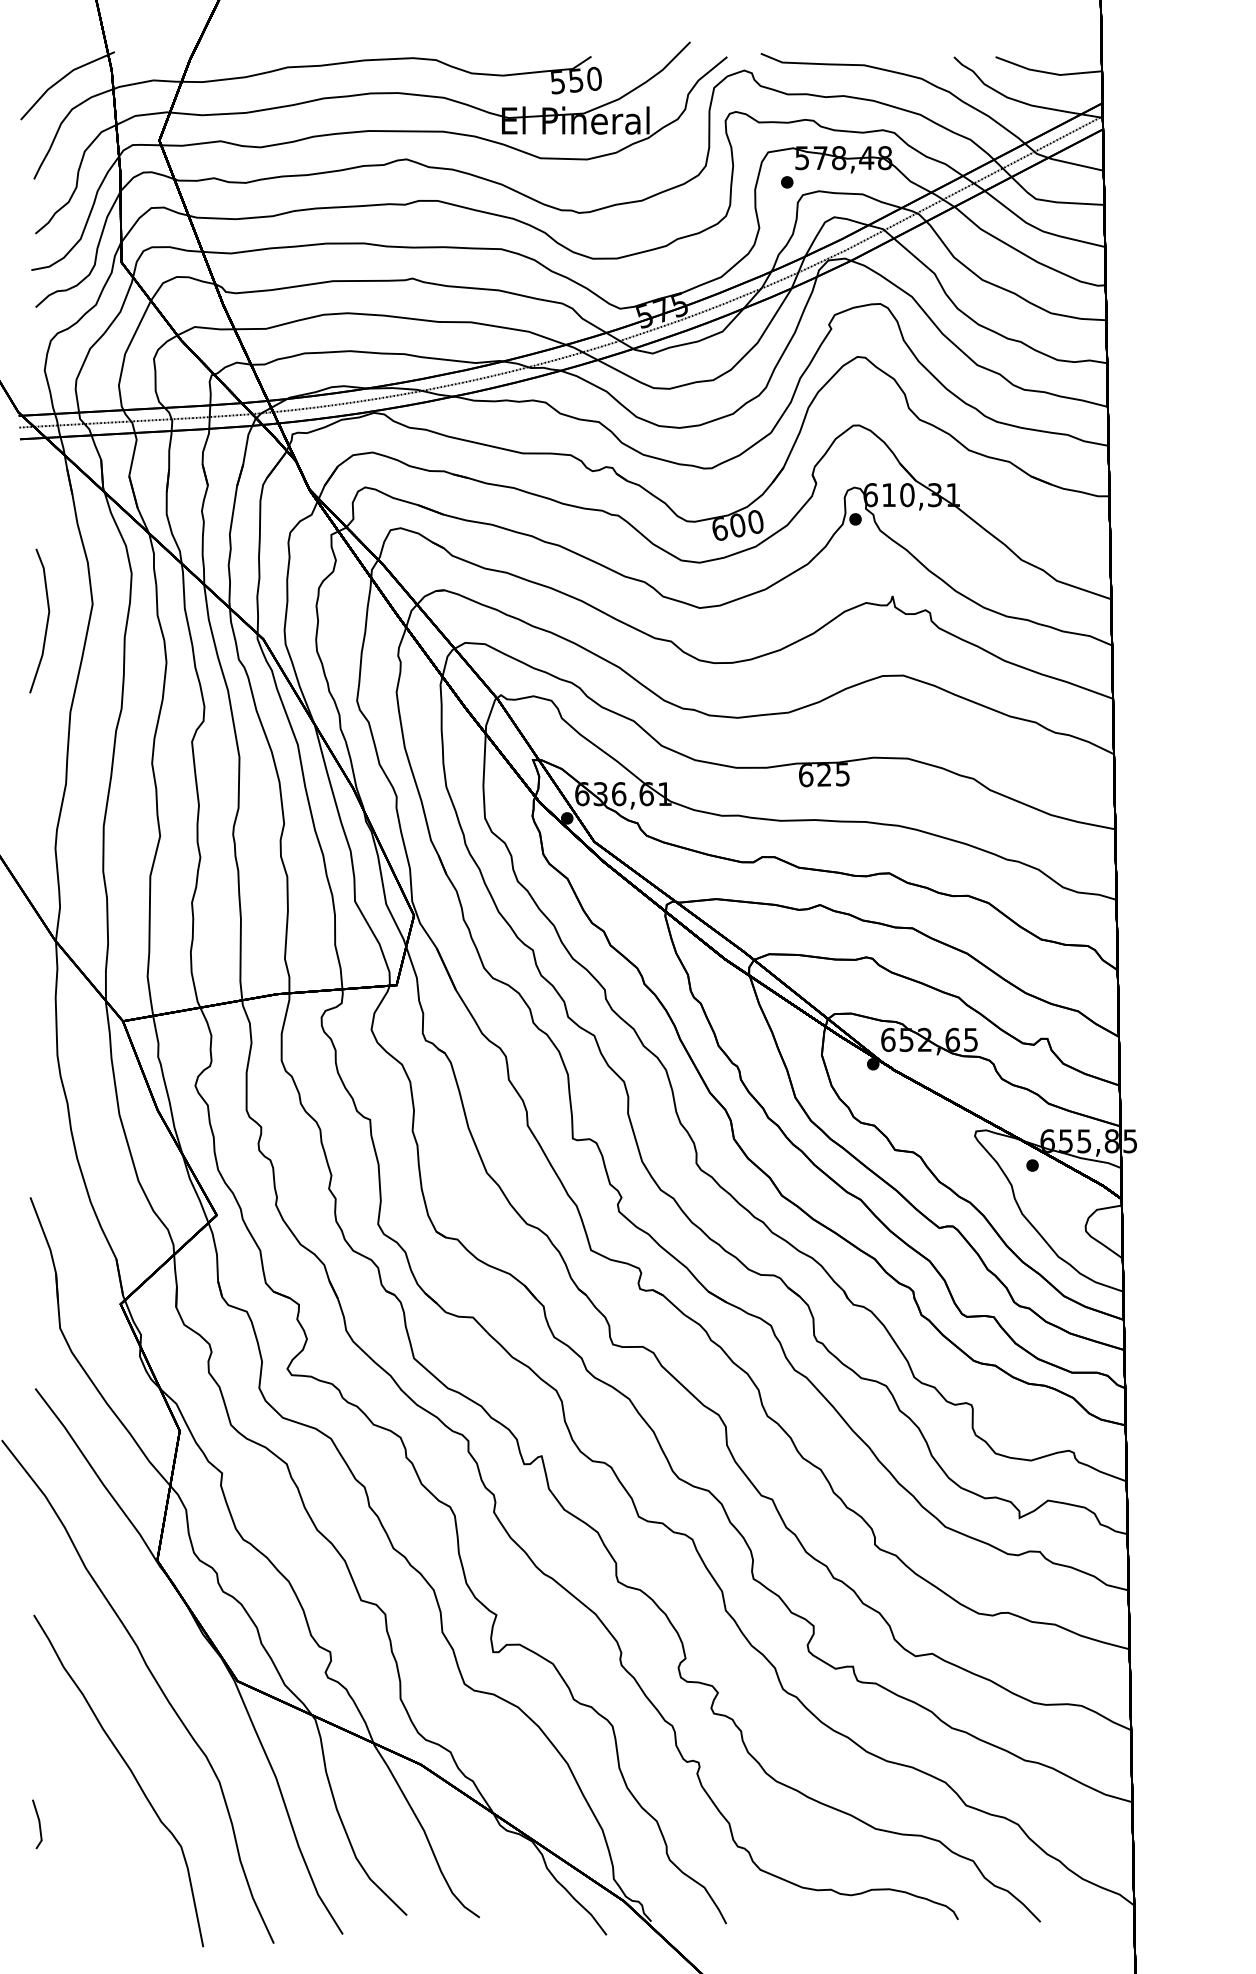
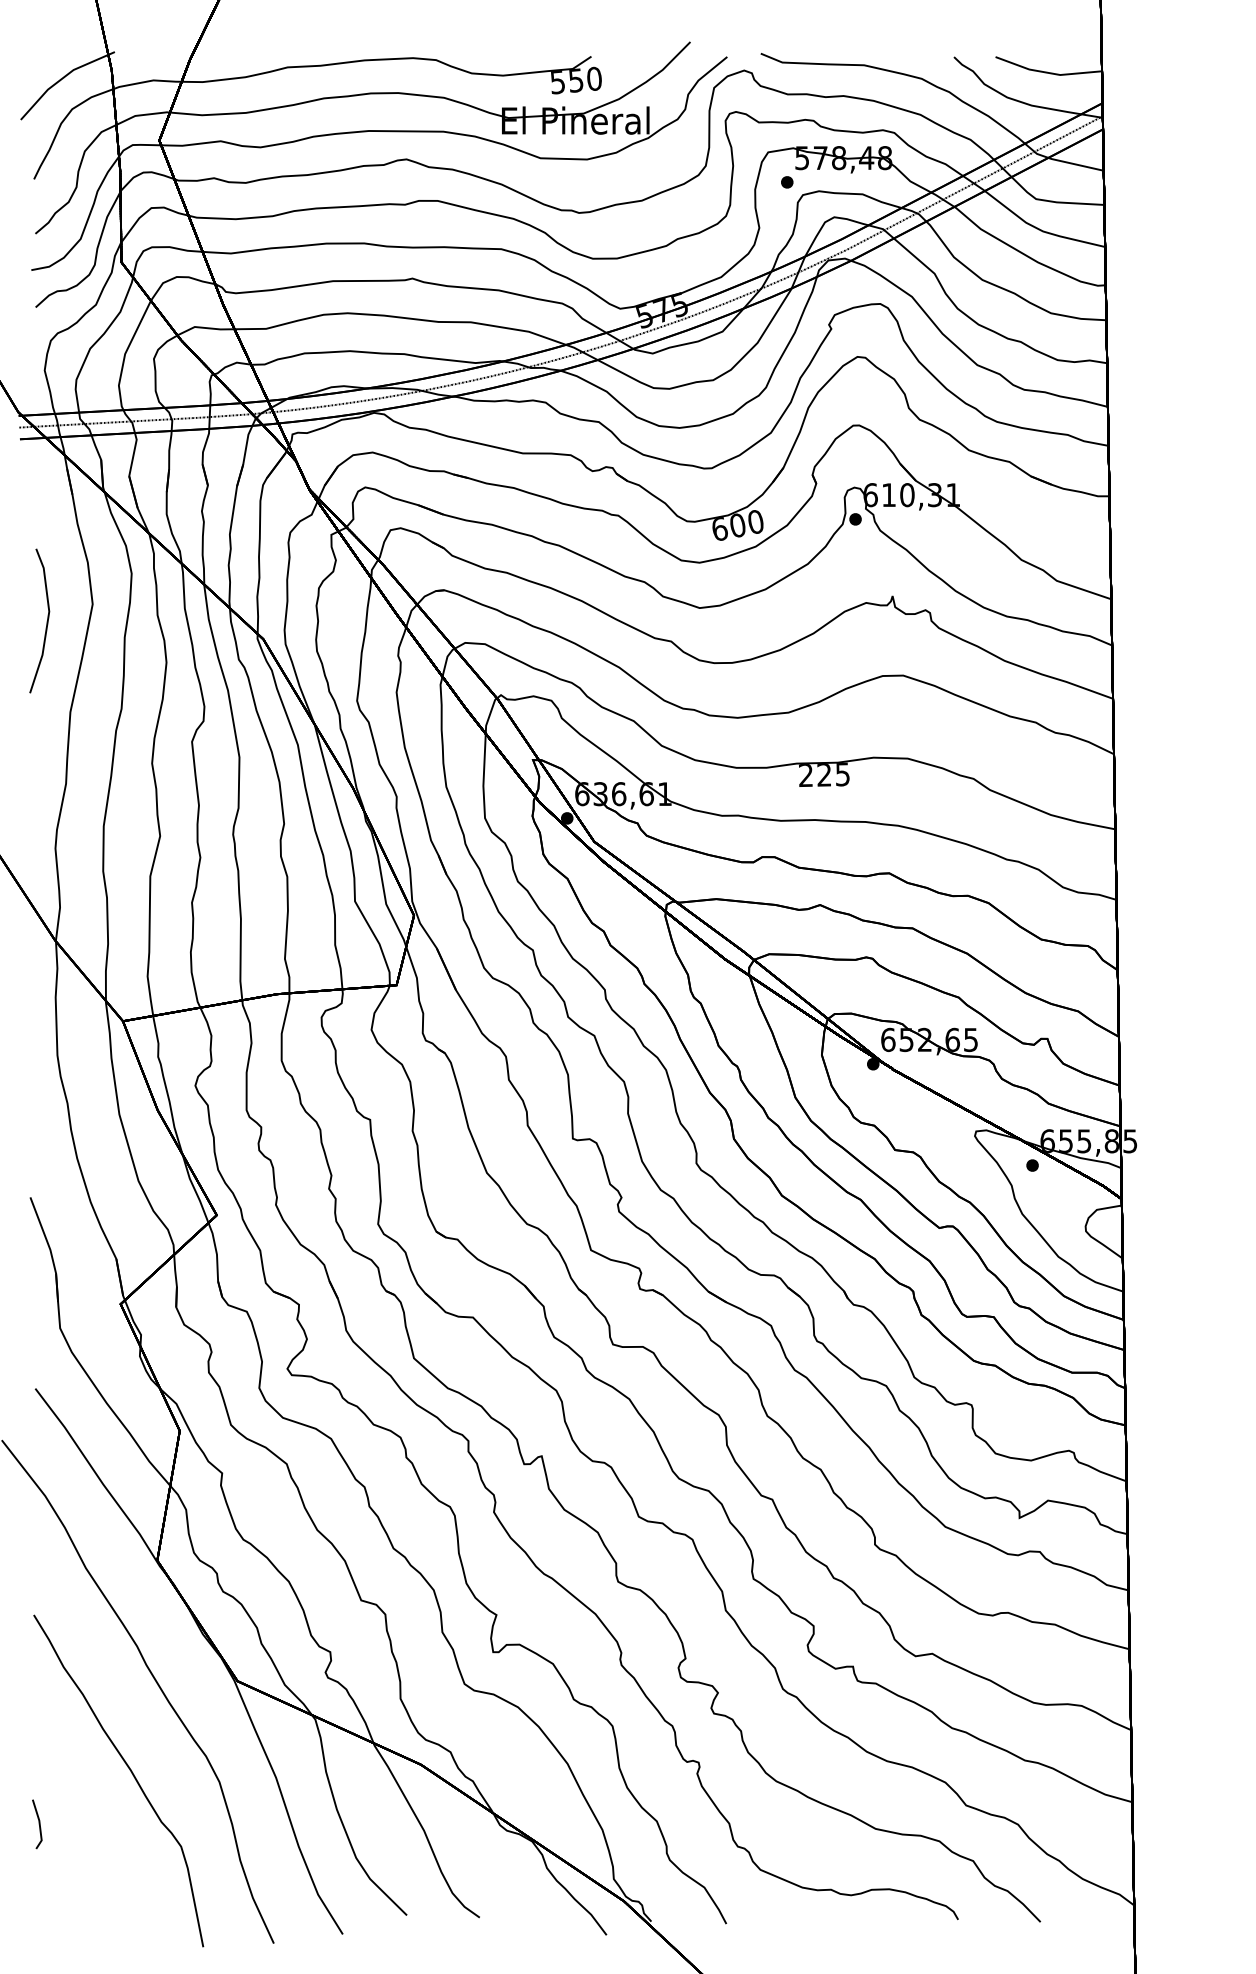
text at (806, 775): 625 -> 225
